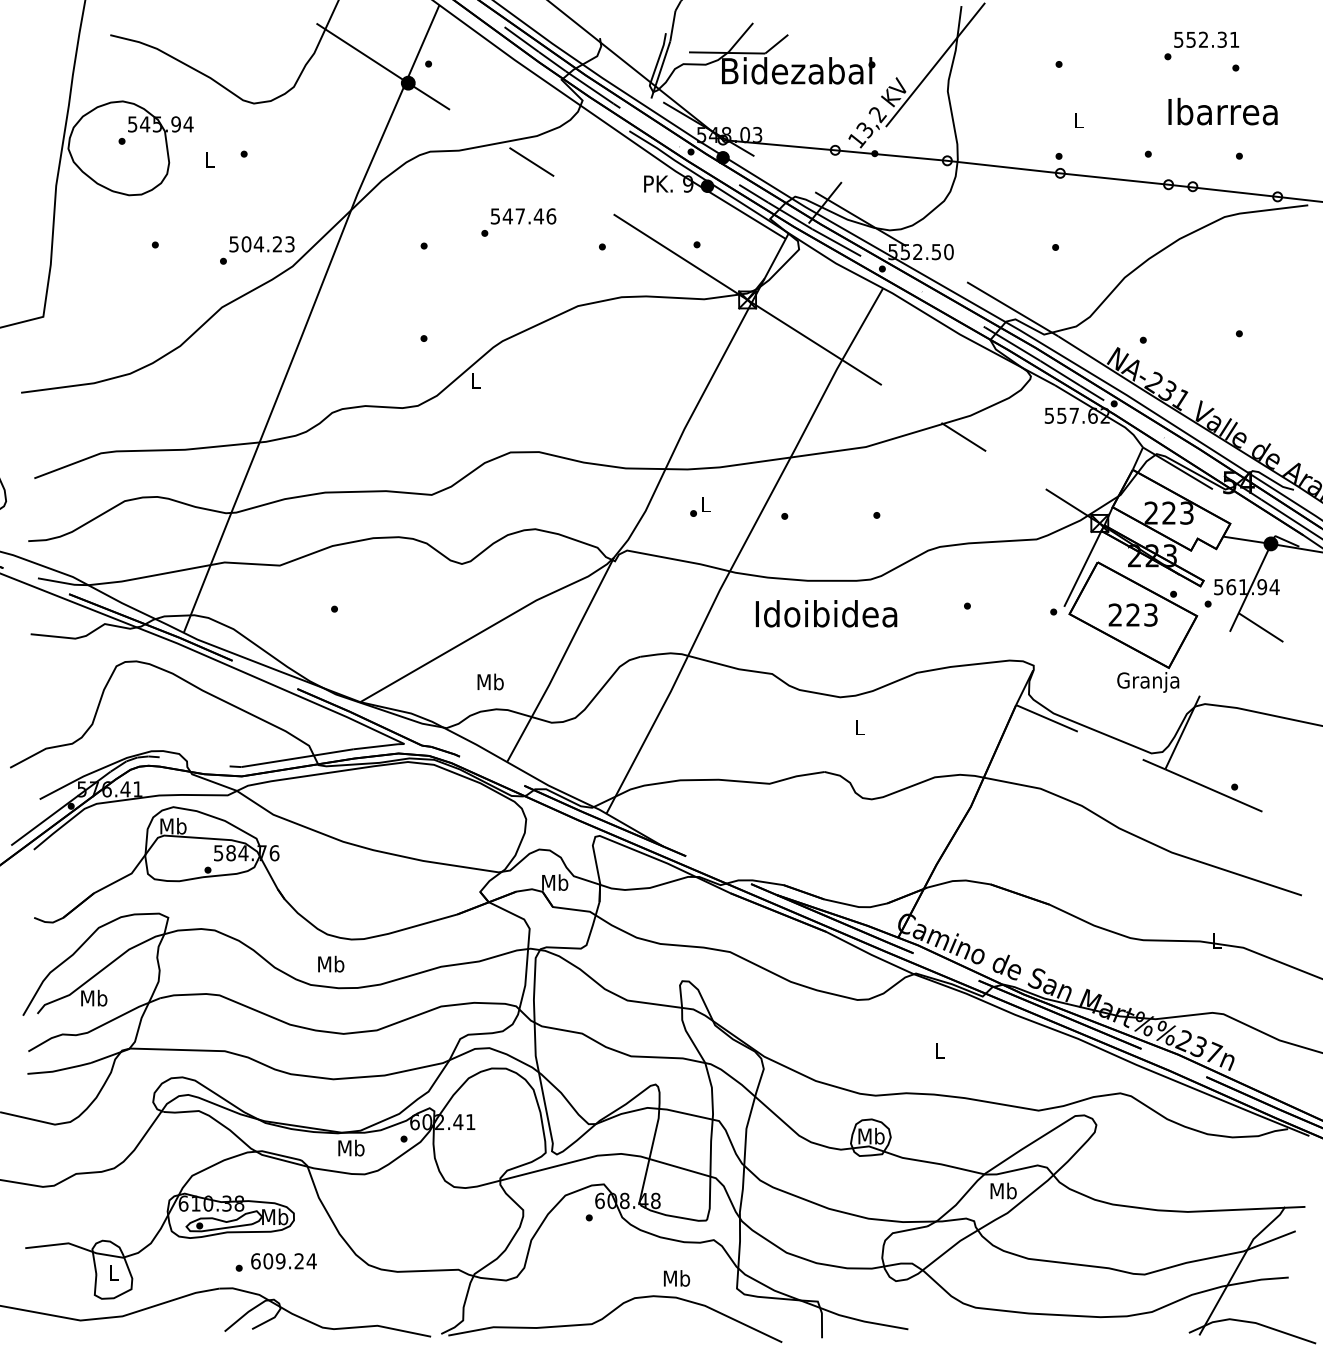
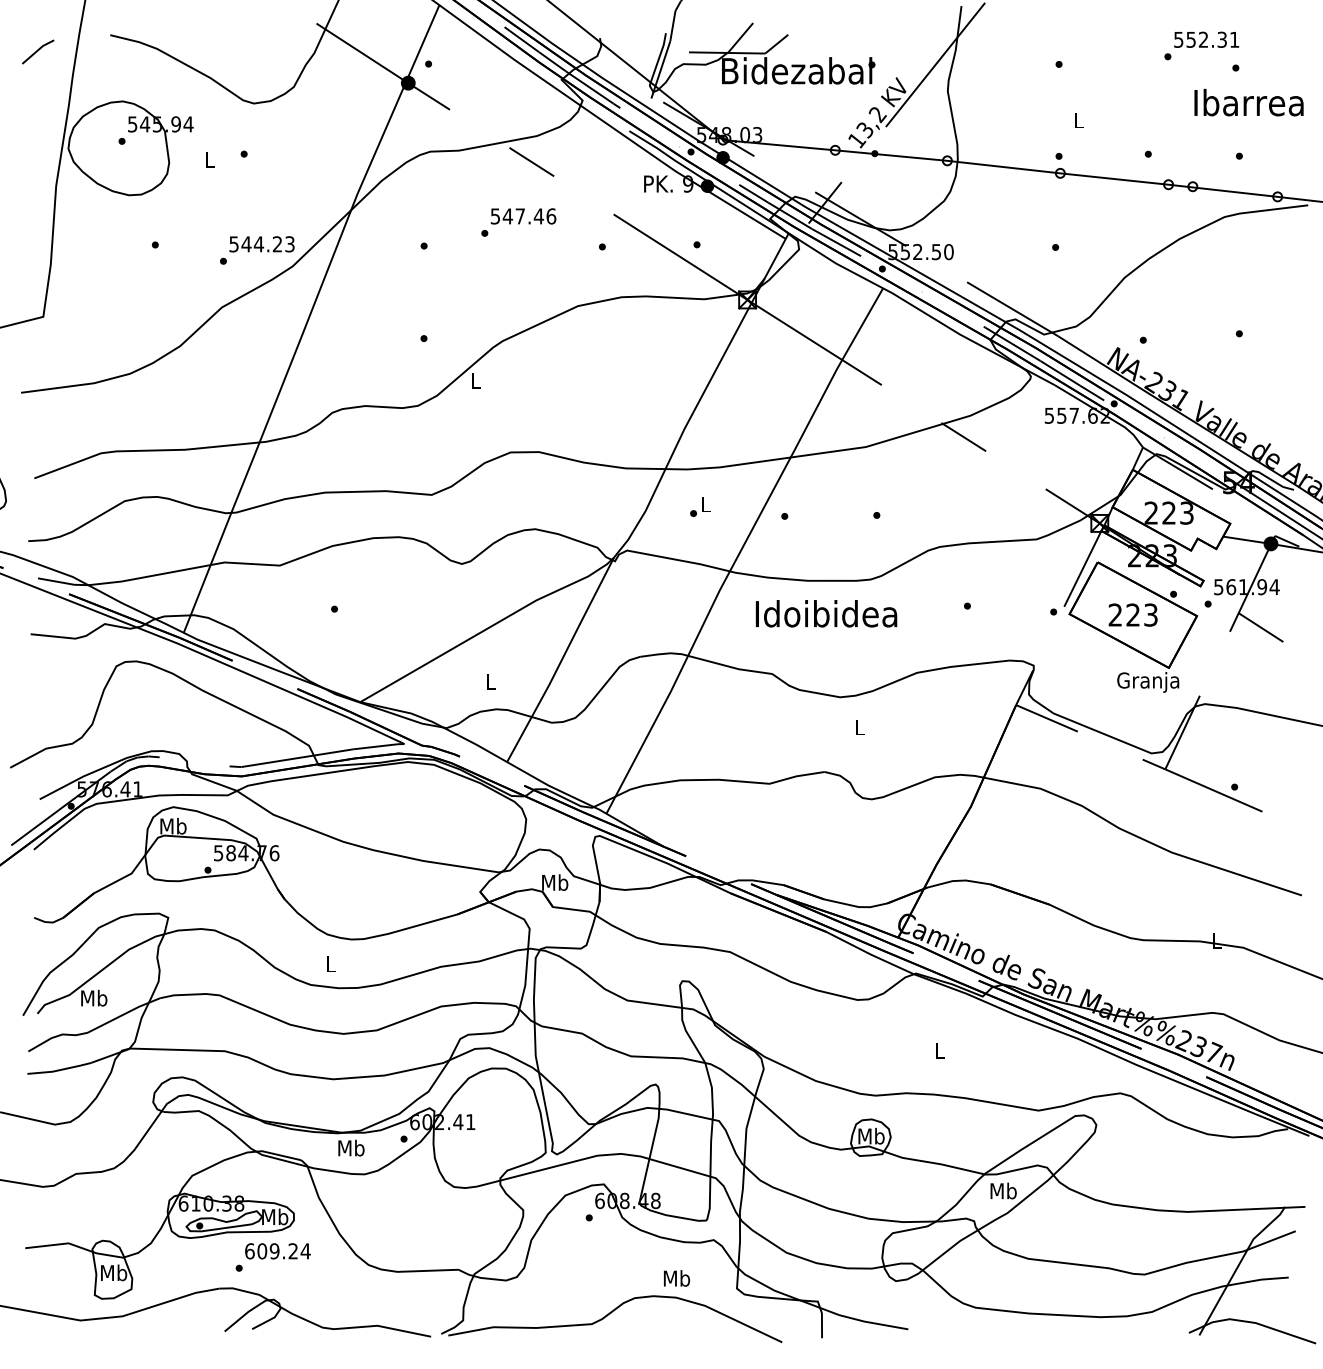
line at (38, 51): none -> present
text at (1222, 111) position: (1222, 111) -> (1248, 102)
text at (246, 244): 504.23 -> 544.23
text at (490, 681): Mb -> L
text at (331, 963): Mb -> L
text at (283, 1261) position: (283, 1261) -> (277, 1251)
text at (114, 1272): L -> Mb
